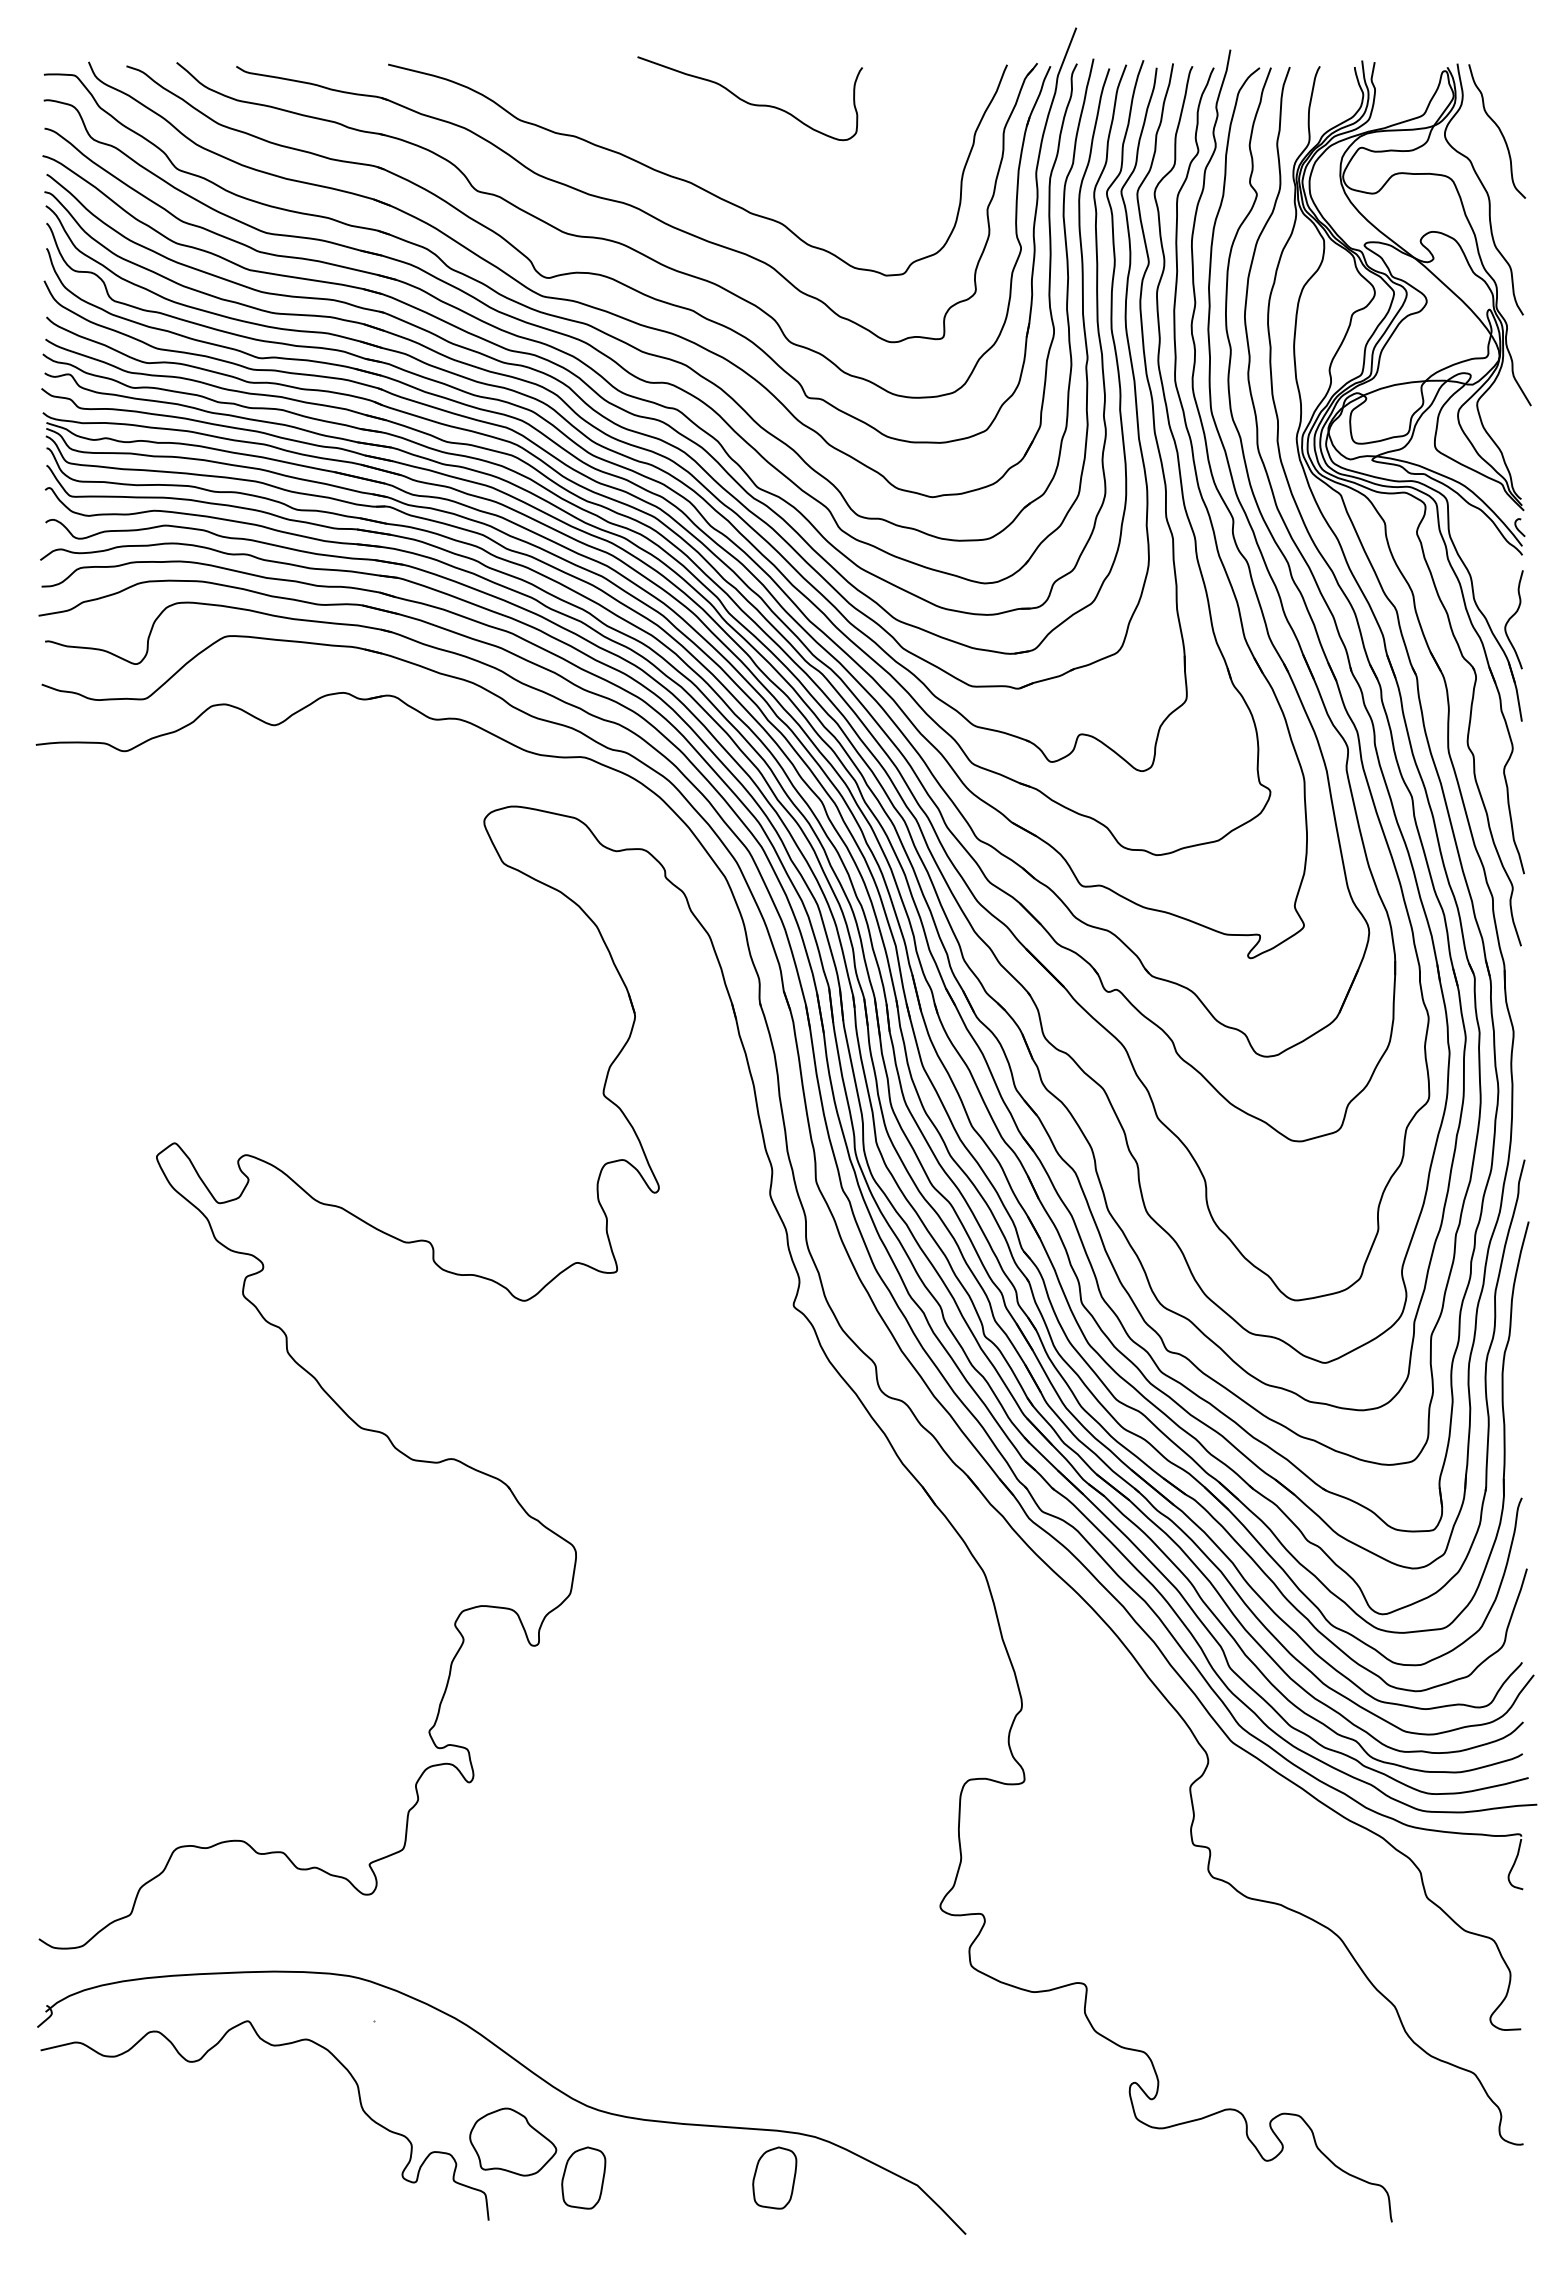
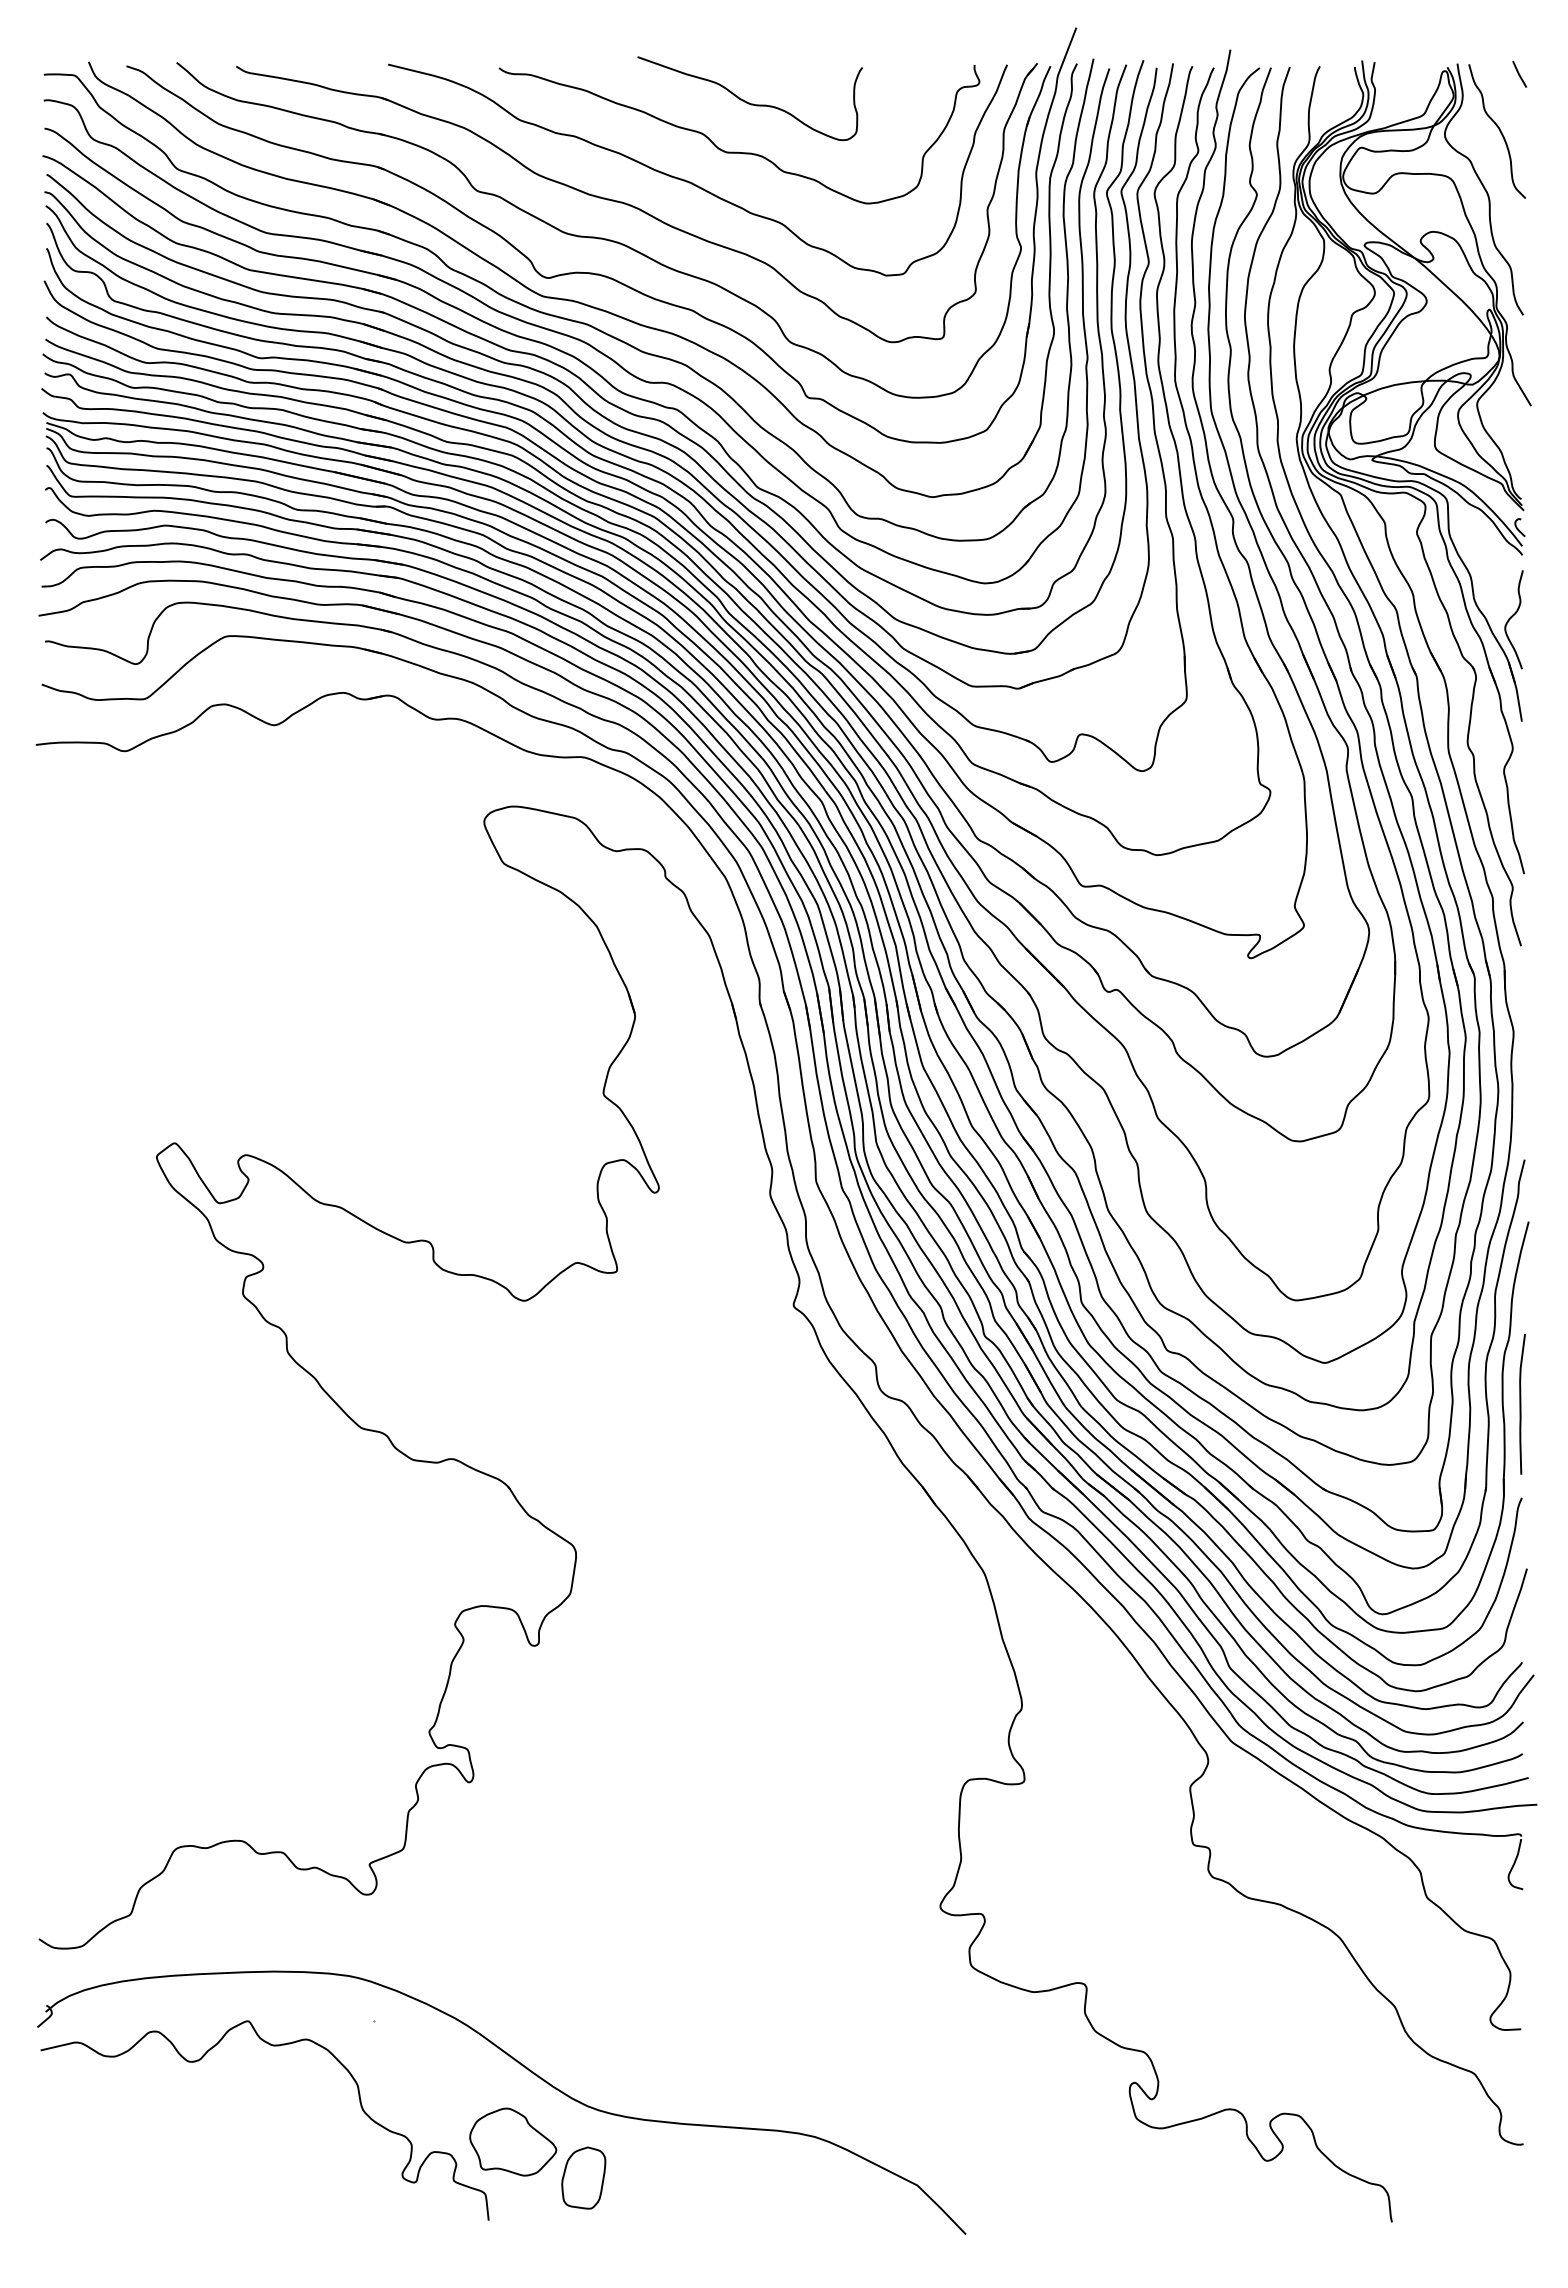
line at (1519, 74): none -> present
curve at (738, 151): none -> present
curve at (1521, 1403): none -> present
part at (774, 2177): present -> none
